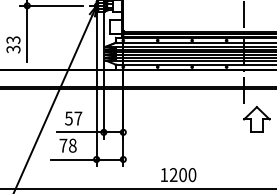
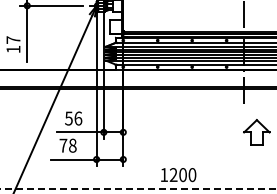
text at (13, 44): 33 -> 17
text at (78, 118): 57 -> 56
part at (256, 119) position: (256, 119) -> (256, 132)
line at (138, 188): solid -> dashed
